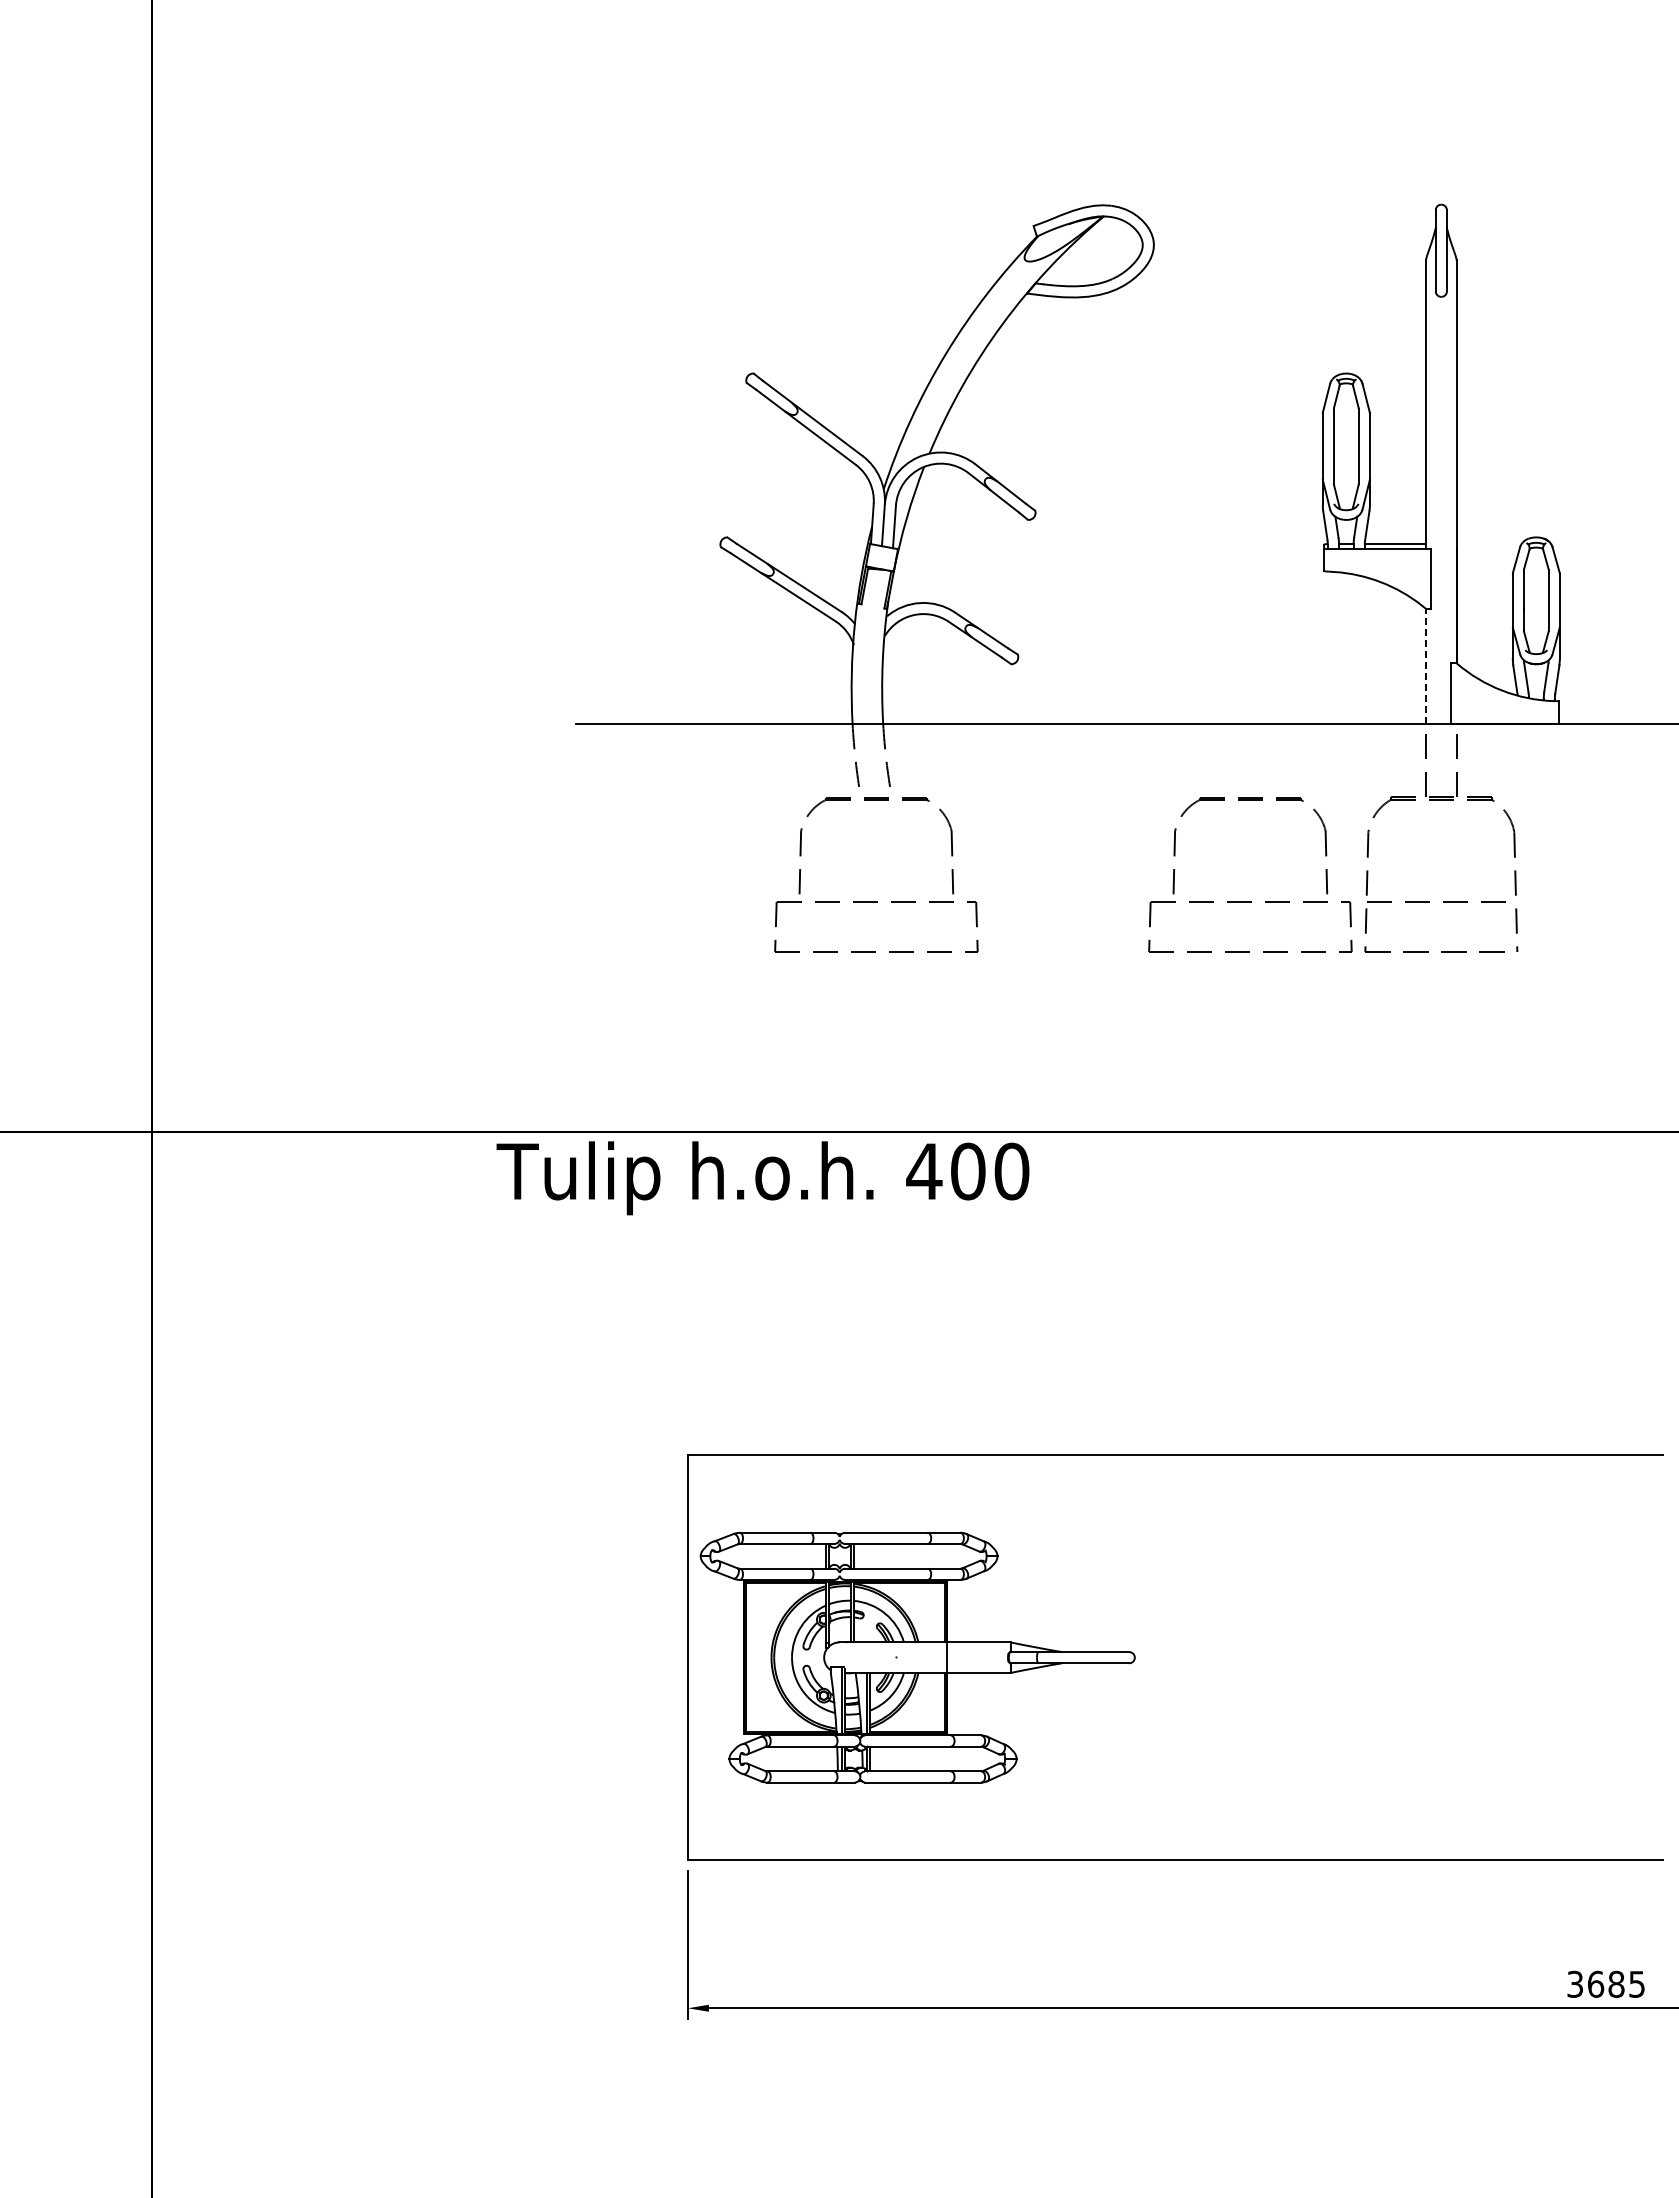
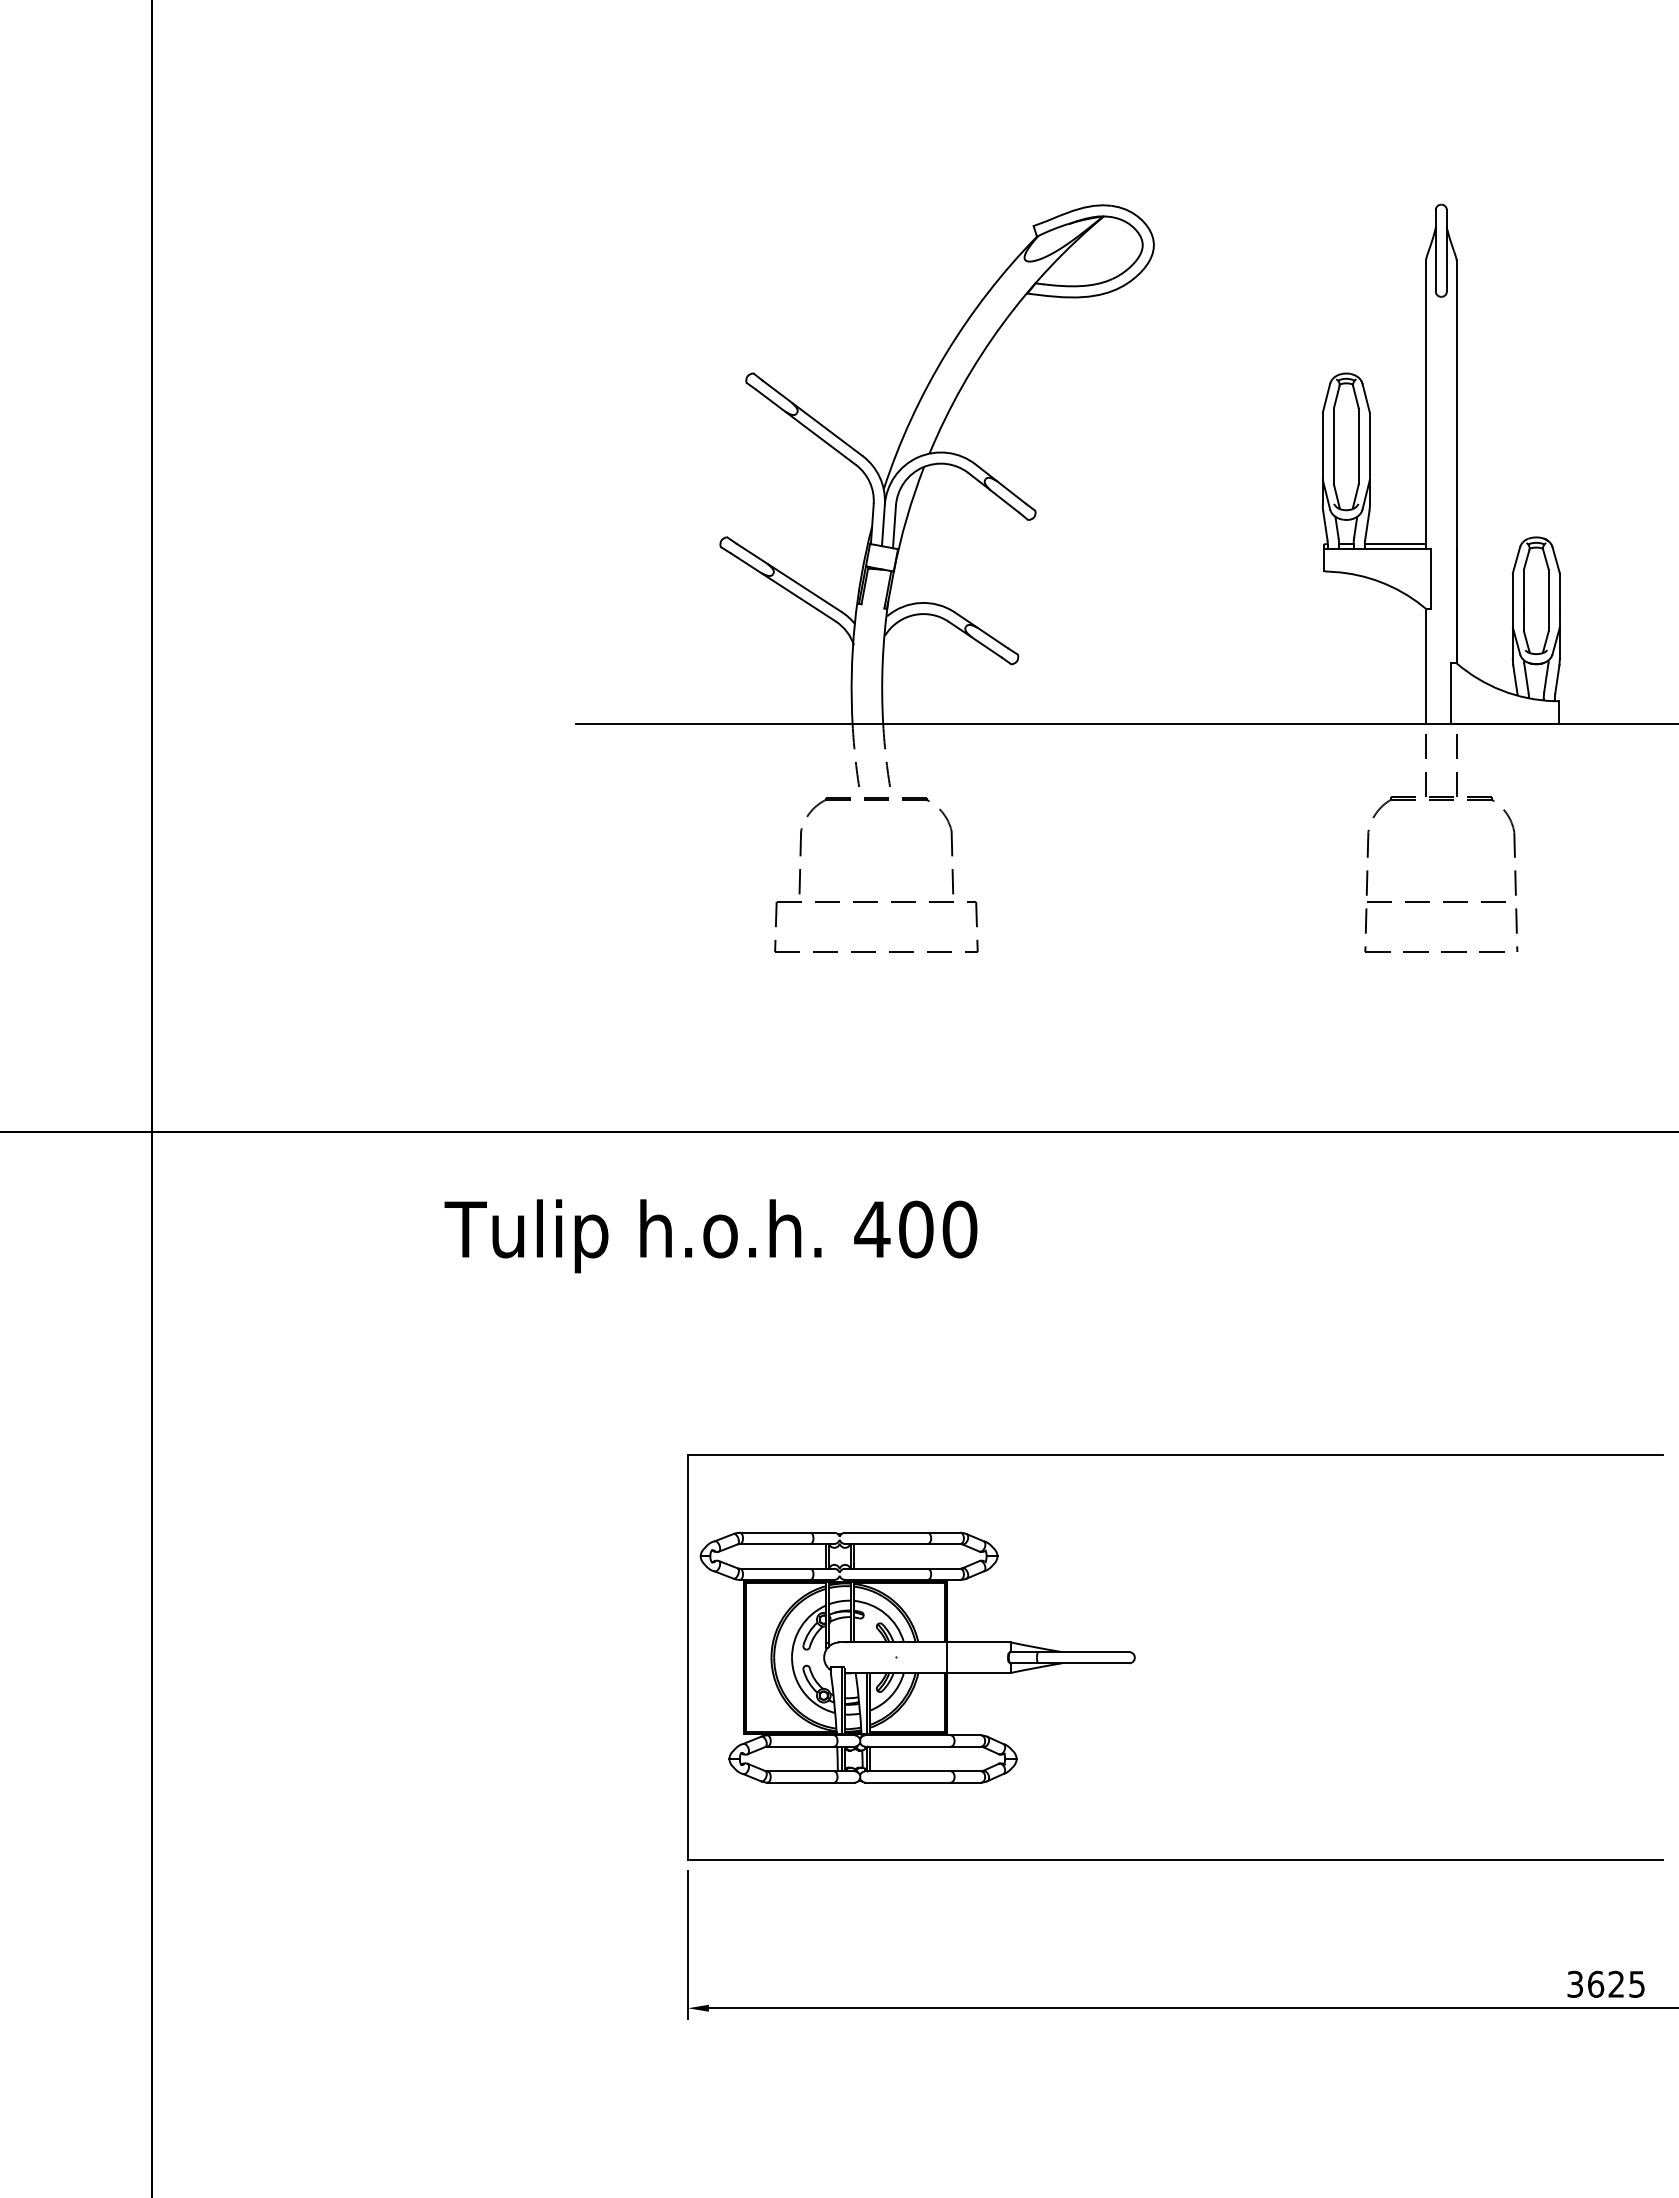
line at (1426, 666): dashed -> solid
part at (1250, 901): present -> none
text at (762, 1178) position: (762, 1178) -> (710, 1236)
text at (1616, 1983): 3685 -> 3625
